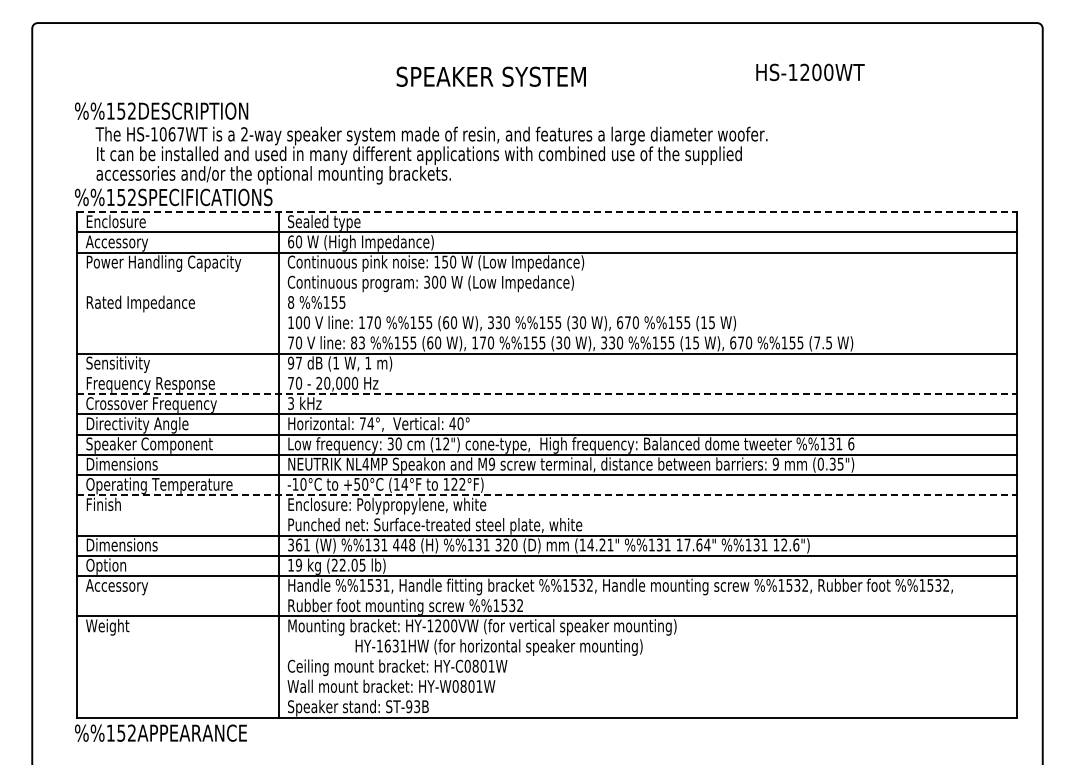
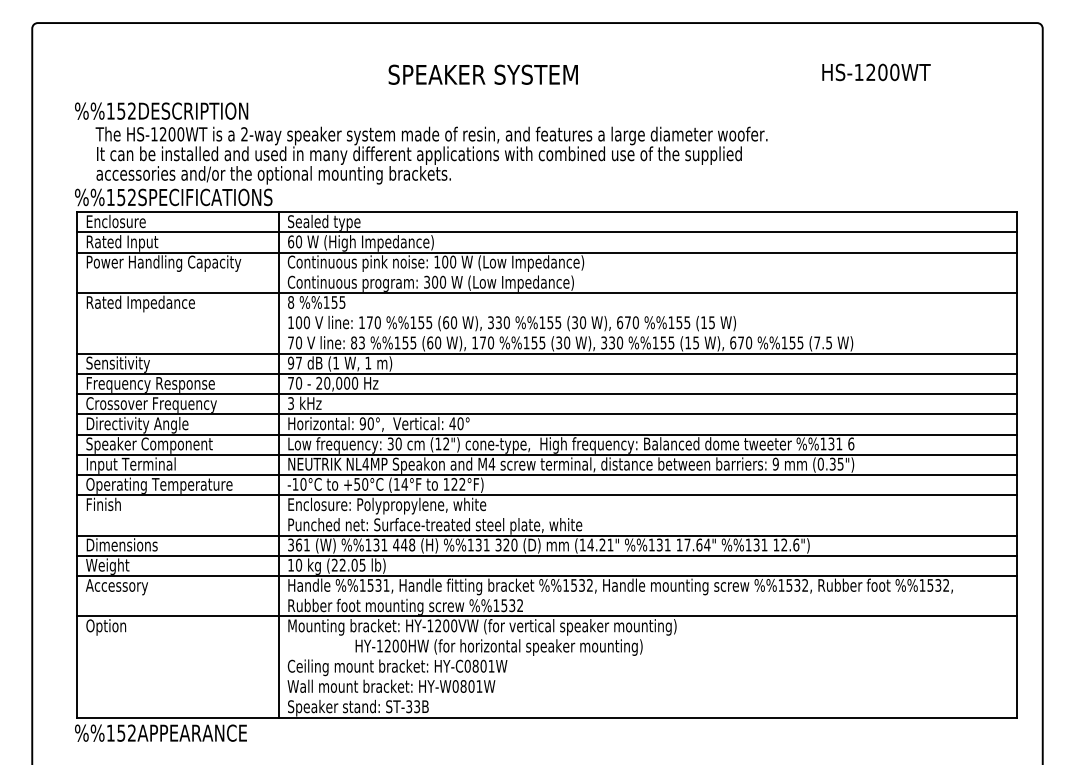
text at (810, 72) position: (810, 72) -> (876, 72)
text at (490, 76) position: (490, 76) -> (482, 74)
text at (171, 134): HS-1067WT -> HS-1200WT
line at (547, 212): dashed -> solid
text at (121, 243): Accessory -> Rated Input
text at (445, 261): 150 -> 100
line at (547, 293): none -> present
line at (547, 373): none -> present
line at (547, 394): dashed -> solid
text at (366, 423): 74°, -> 90°,
text at (491, 463): M9 -> M4
text at (131, 465): Dimensions -> Input Terminal
line at (547, 495): dashed -> solid
text at (298, 565): 19 -> 10
text at (107, 566): Option -> Weight
text at (107, 627): Weight -> Option
text at (395, 645): HY-1631HW -> HY-1200HW
text at (409, 706): ST-93B -> ST-33B
